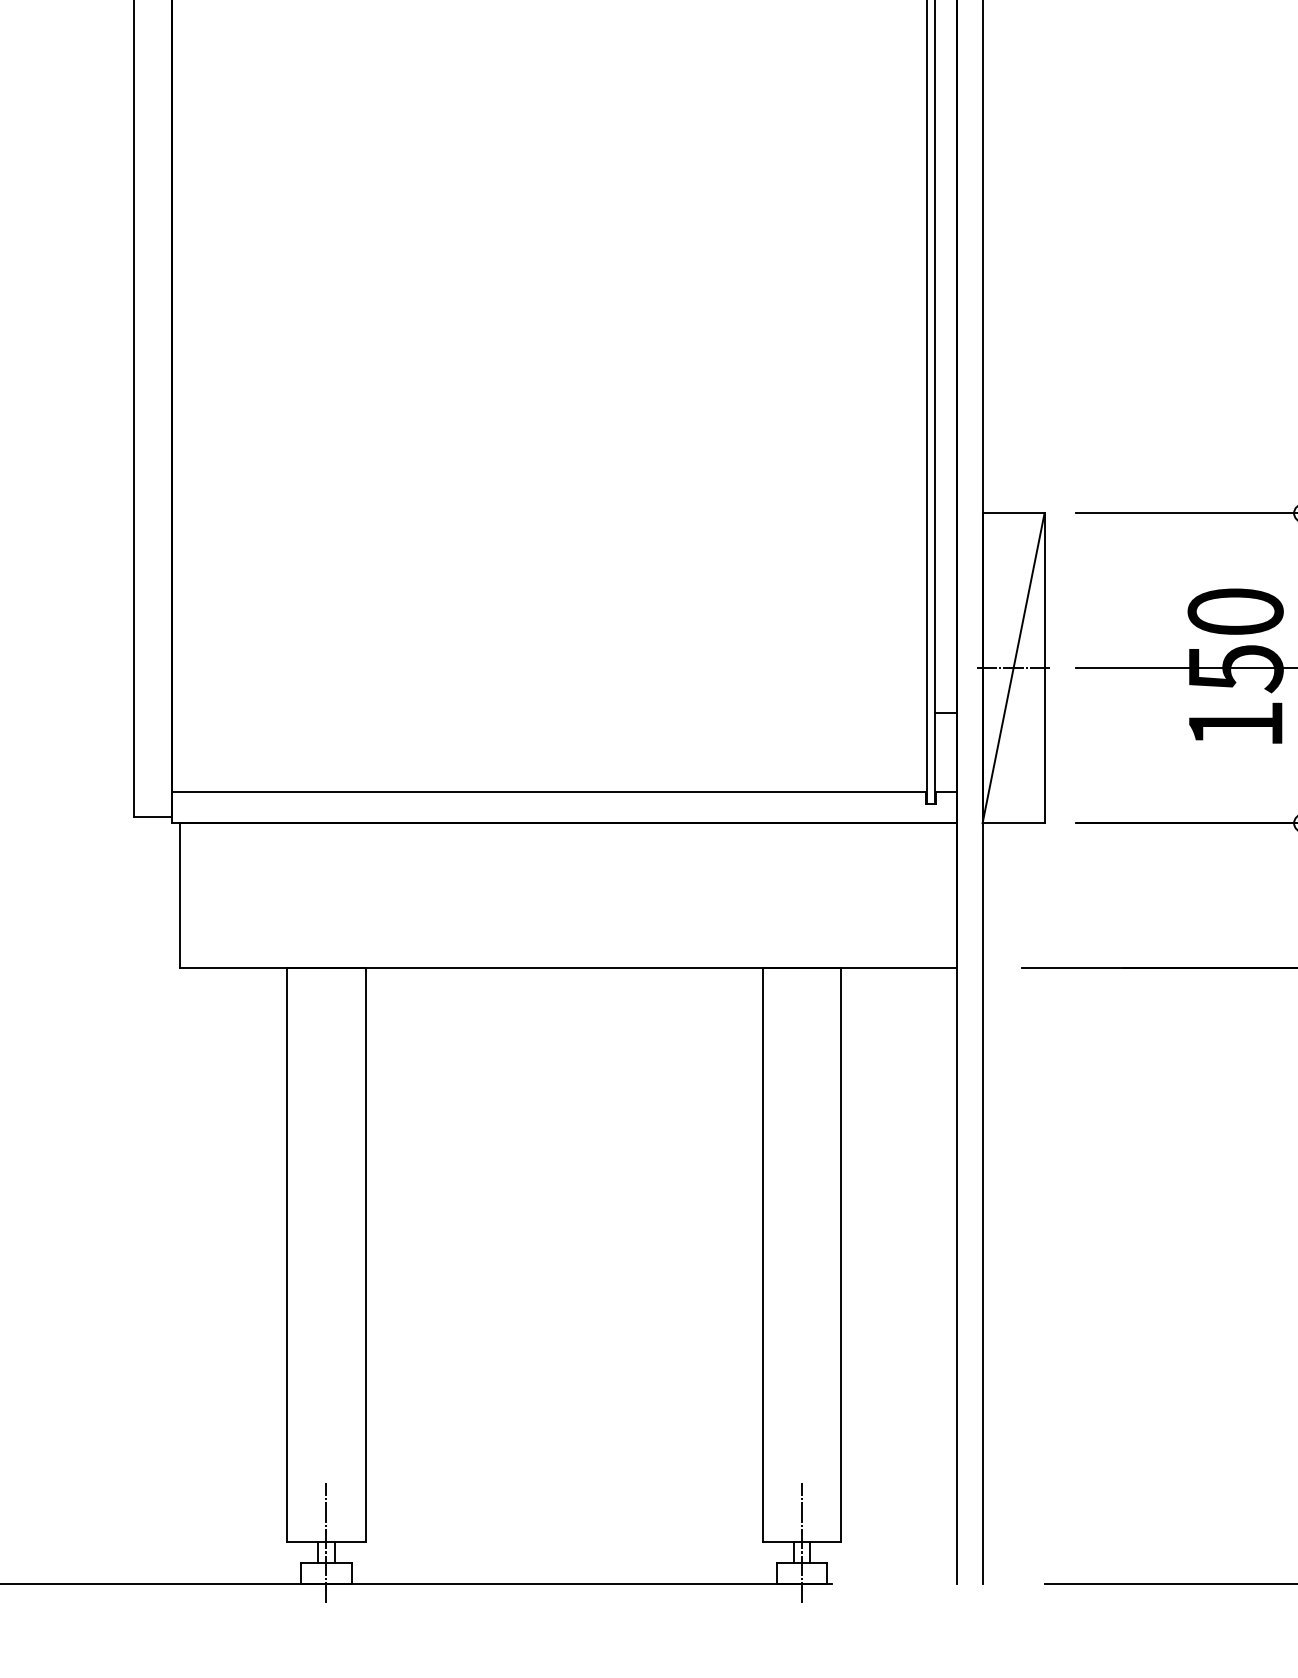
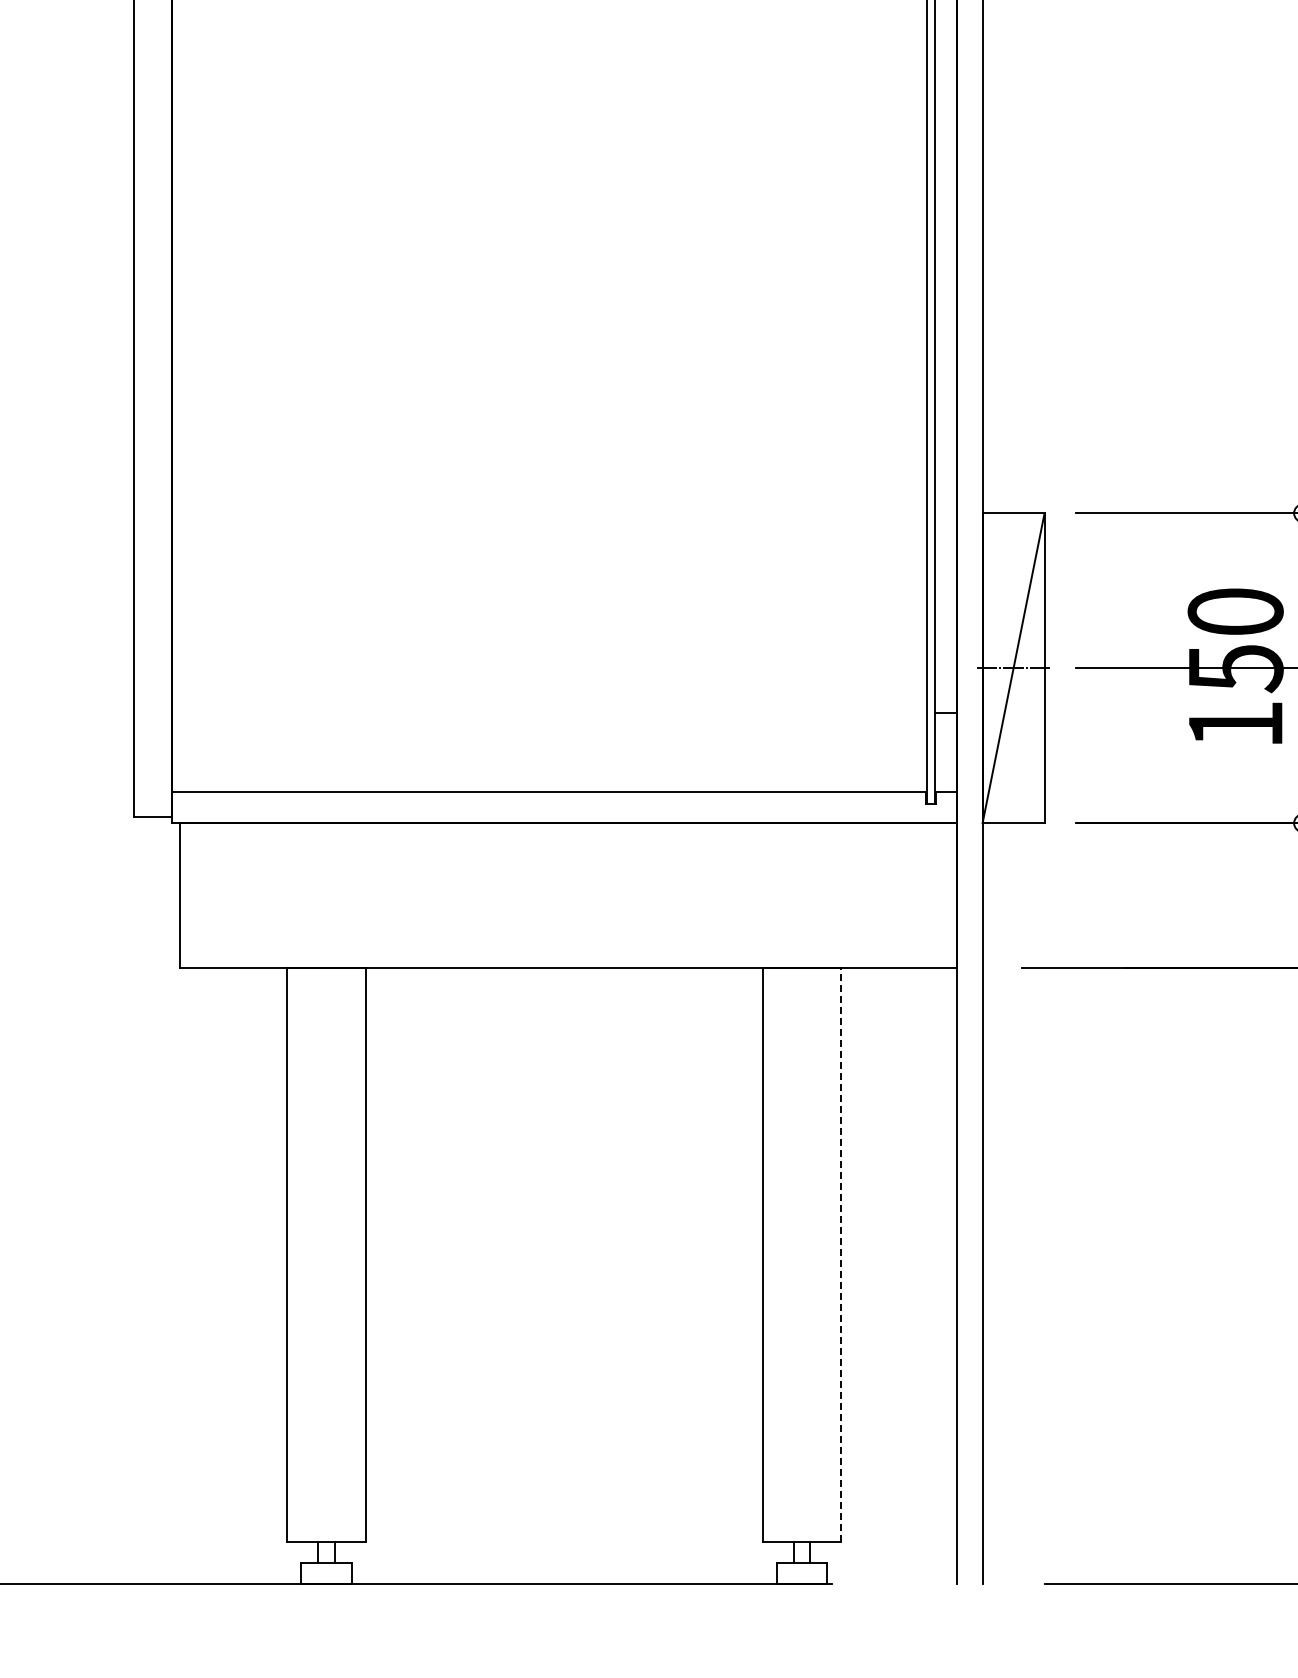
line at (841, 1254): solid -> dashed
line at (326, 1543): present -> none
line at (801, 1543): present -> none
